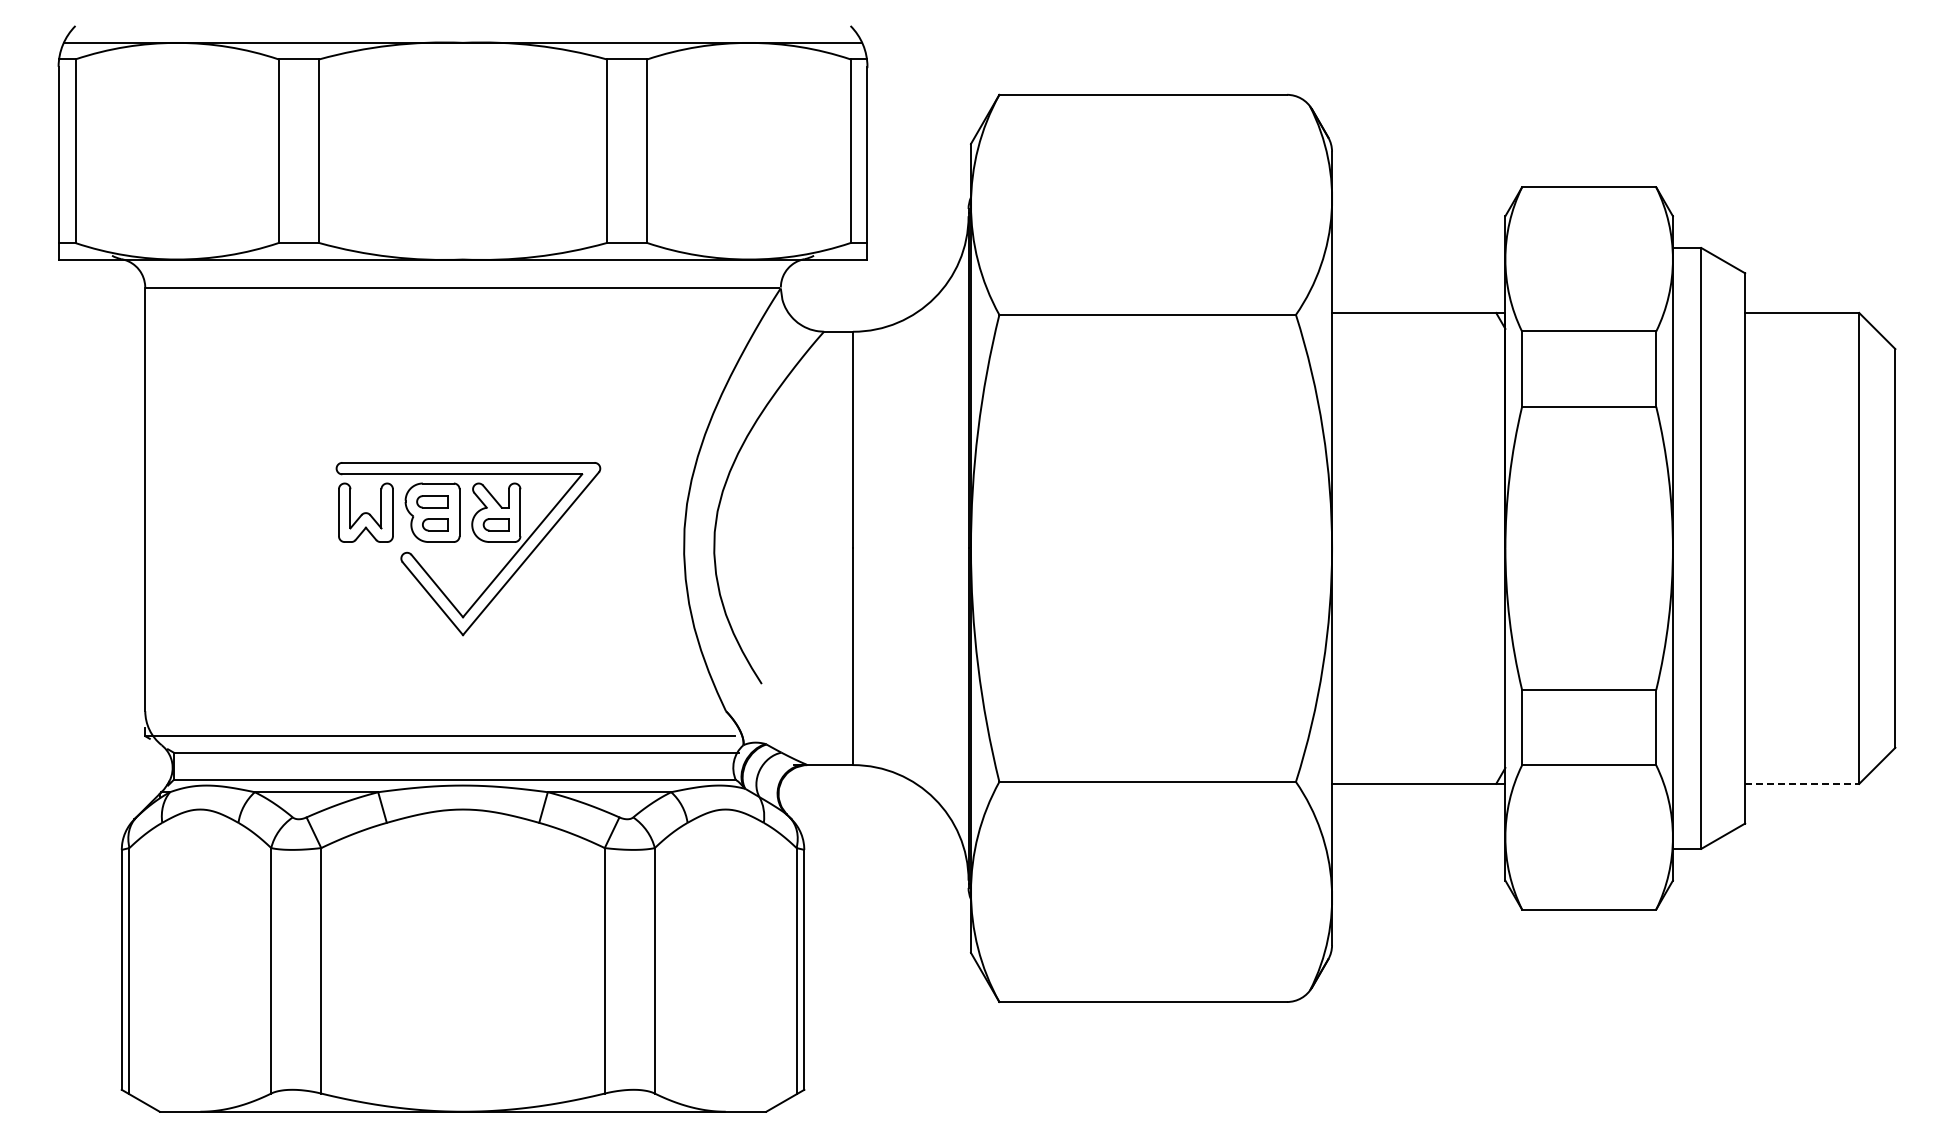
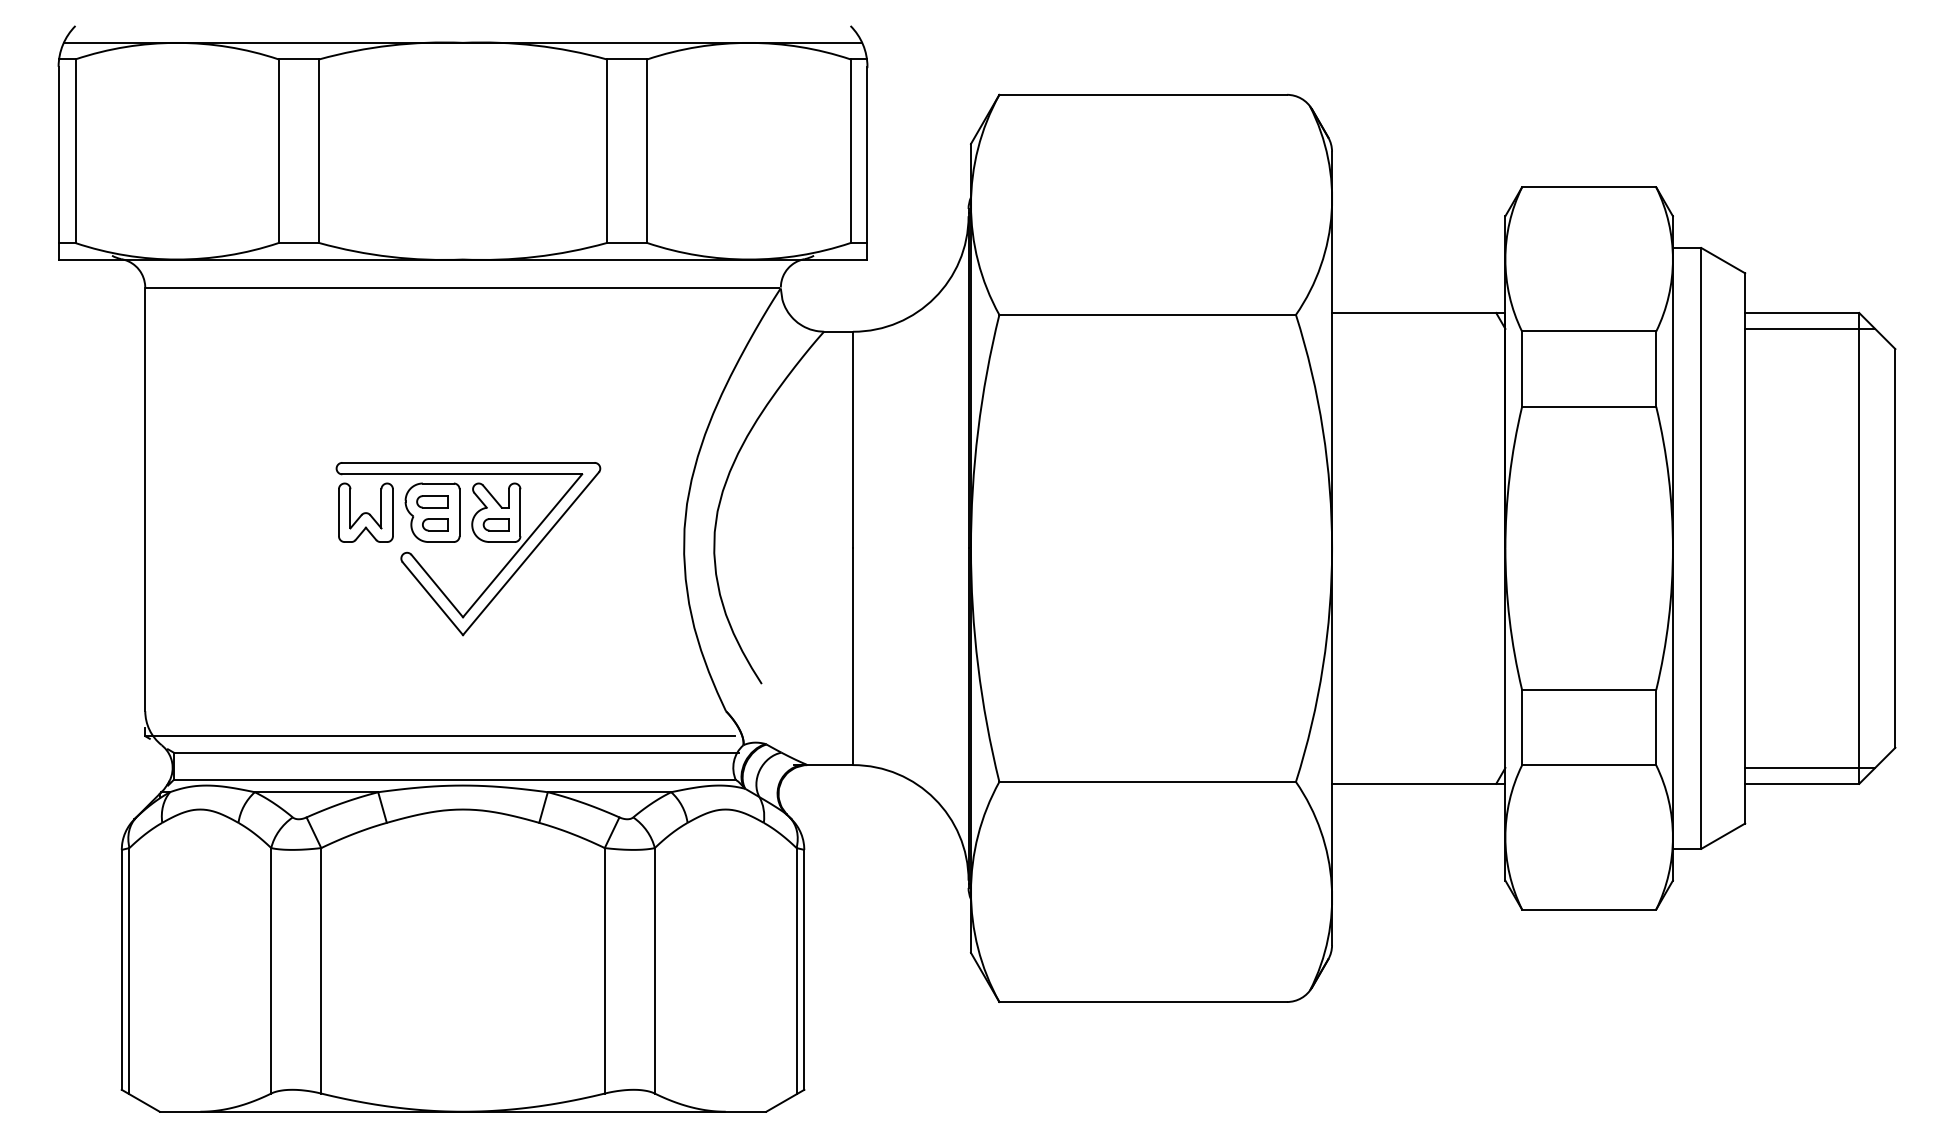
line at (1810, 328): none -> present
line at (1810, 767): none -> present
line at (1802, 783): dashed -> solid
